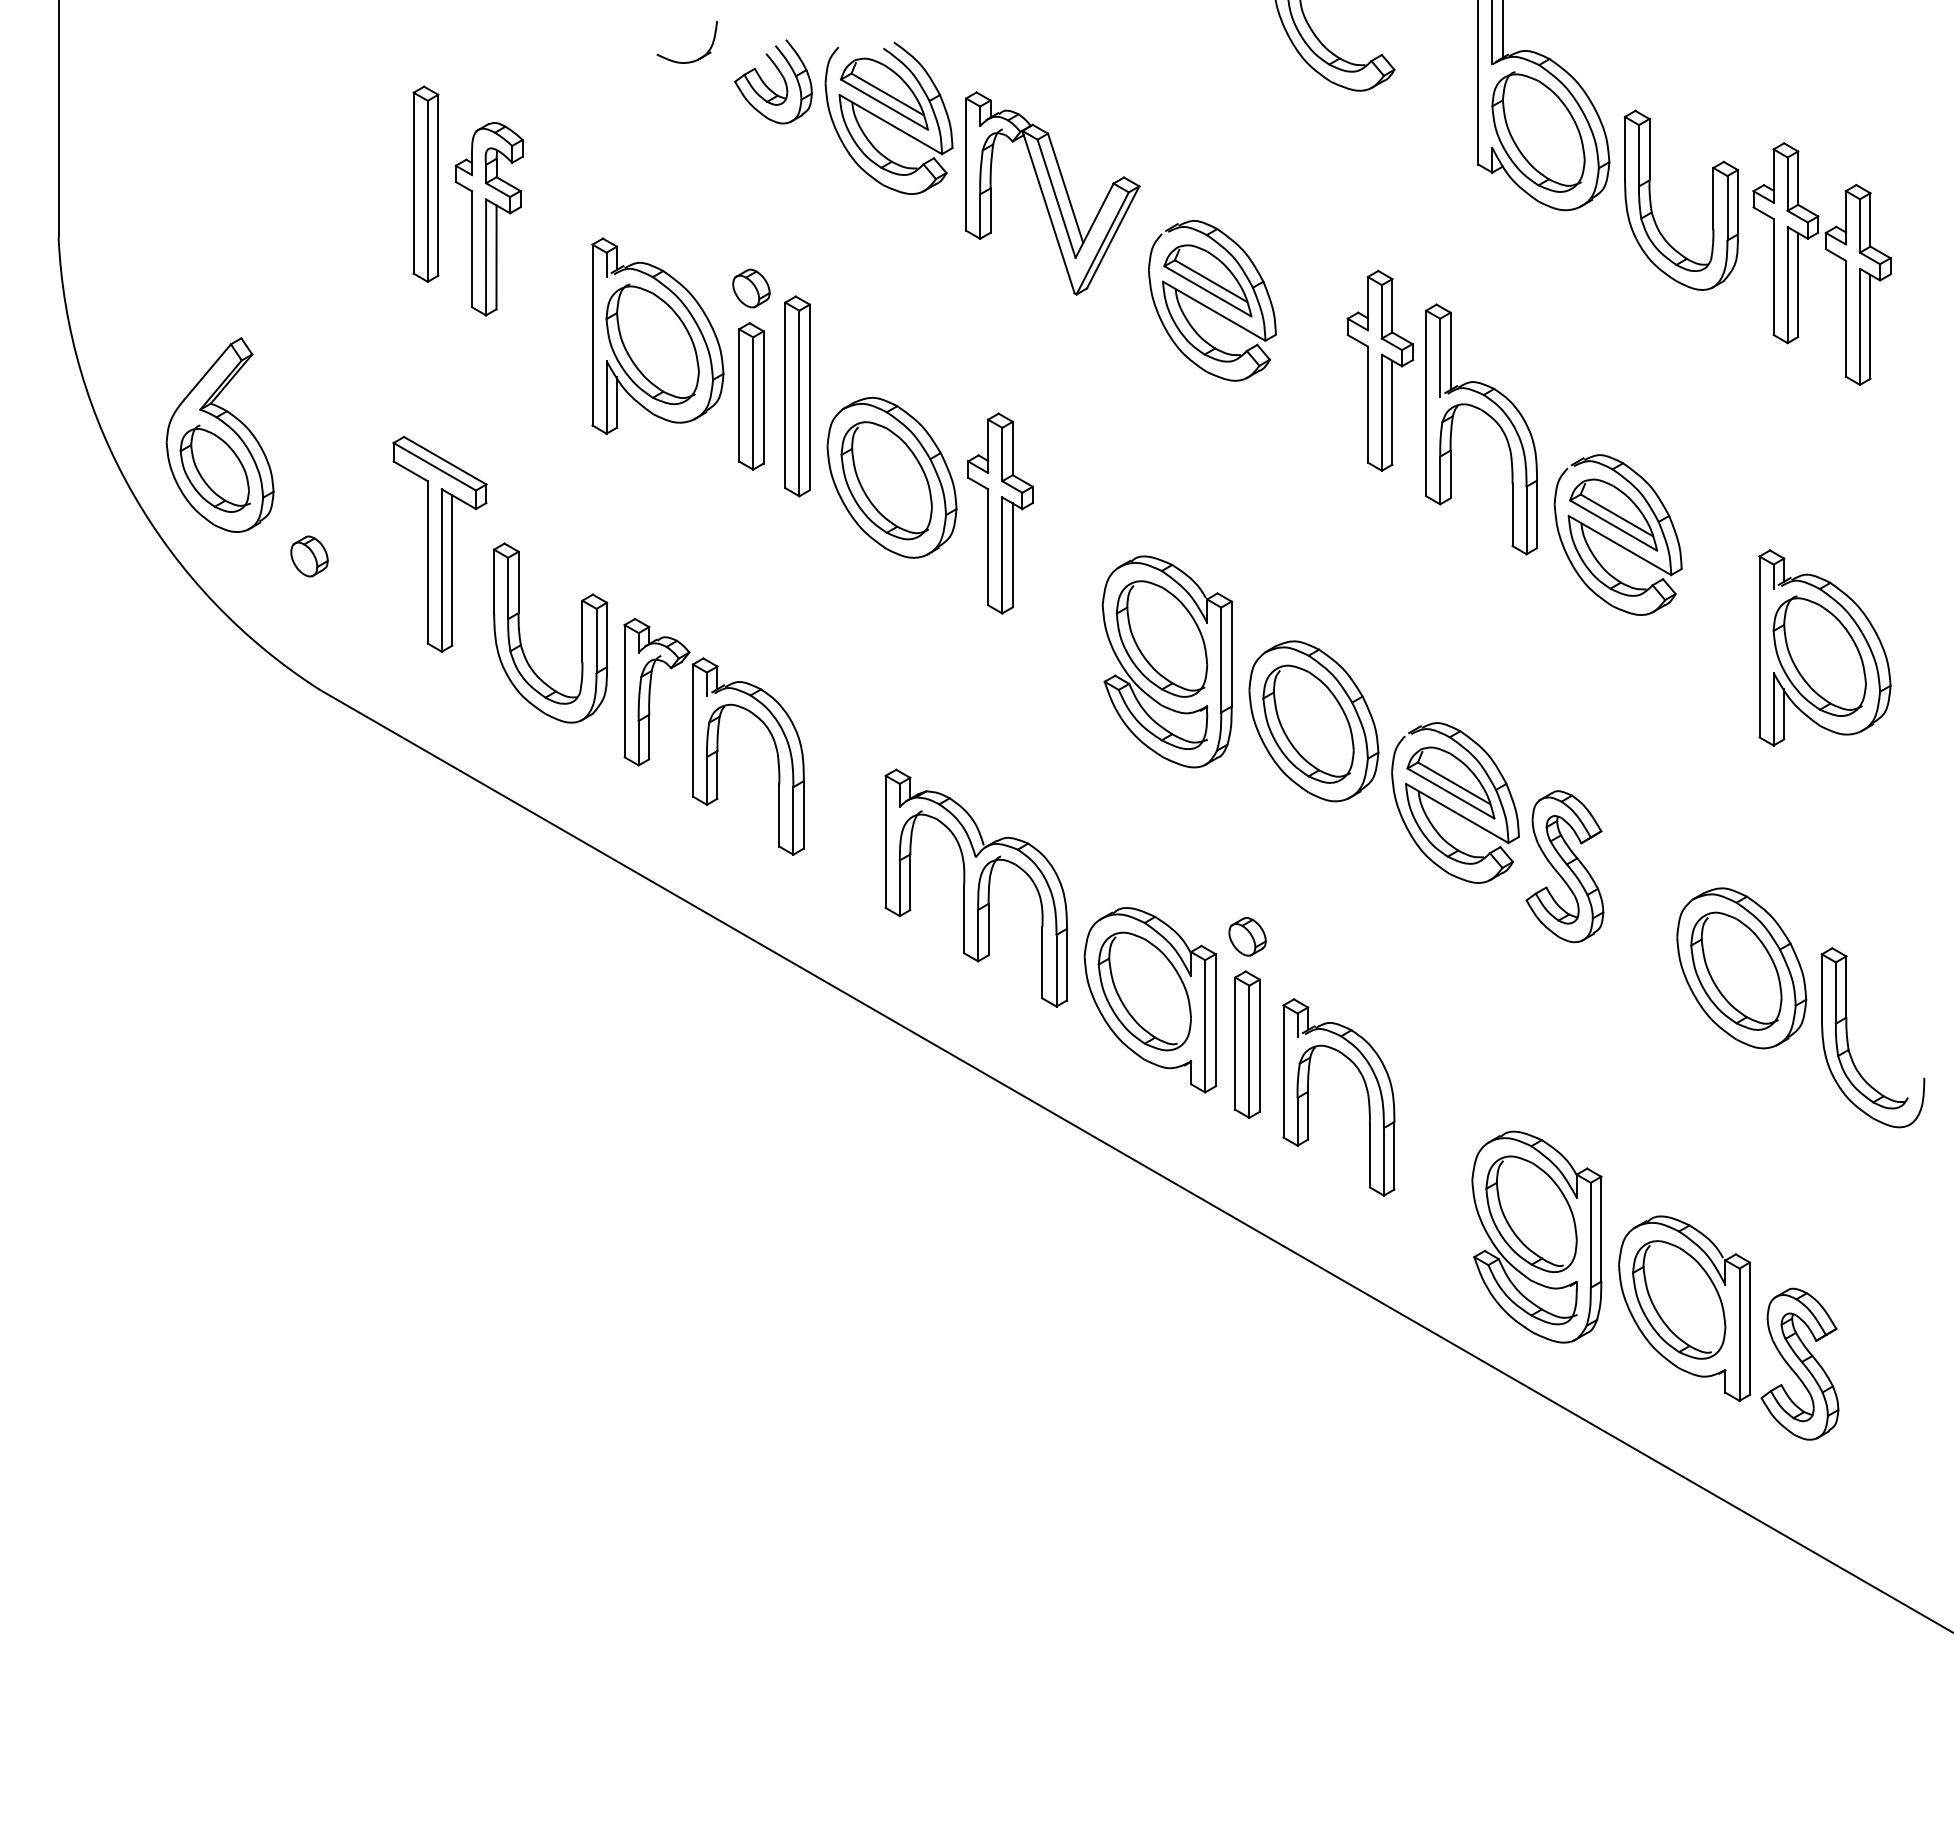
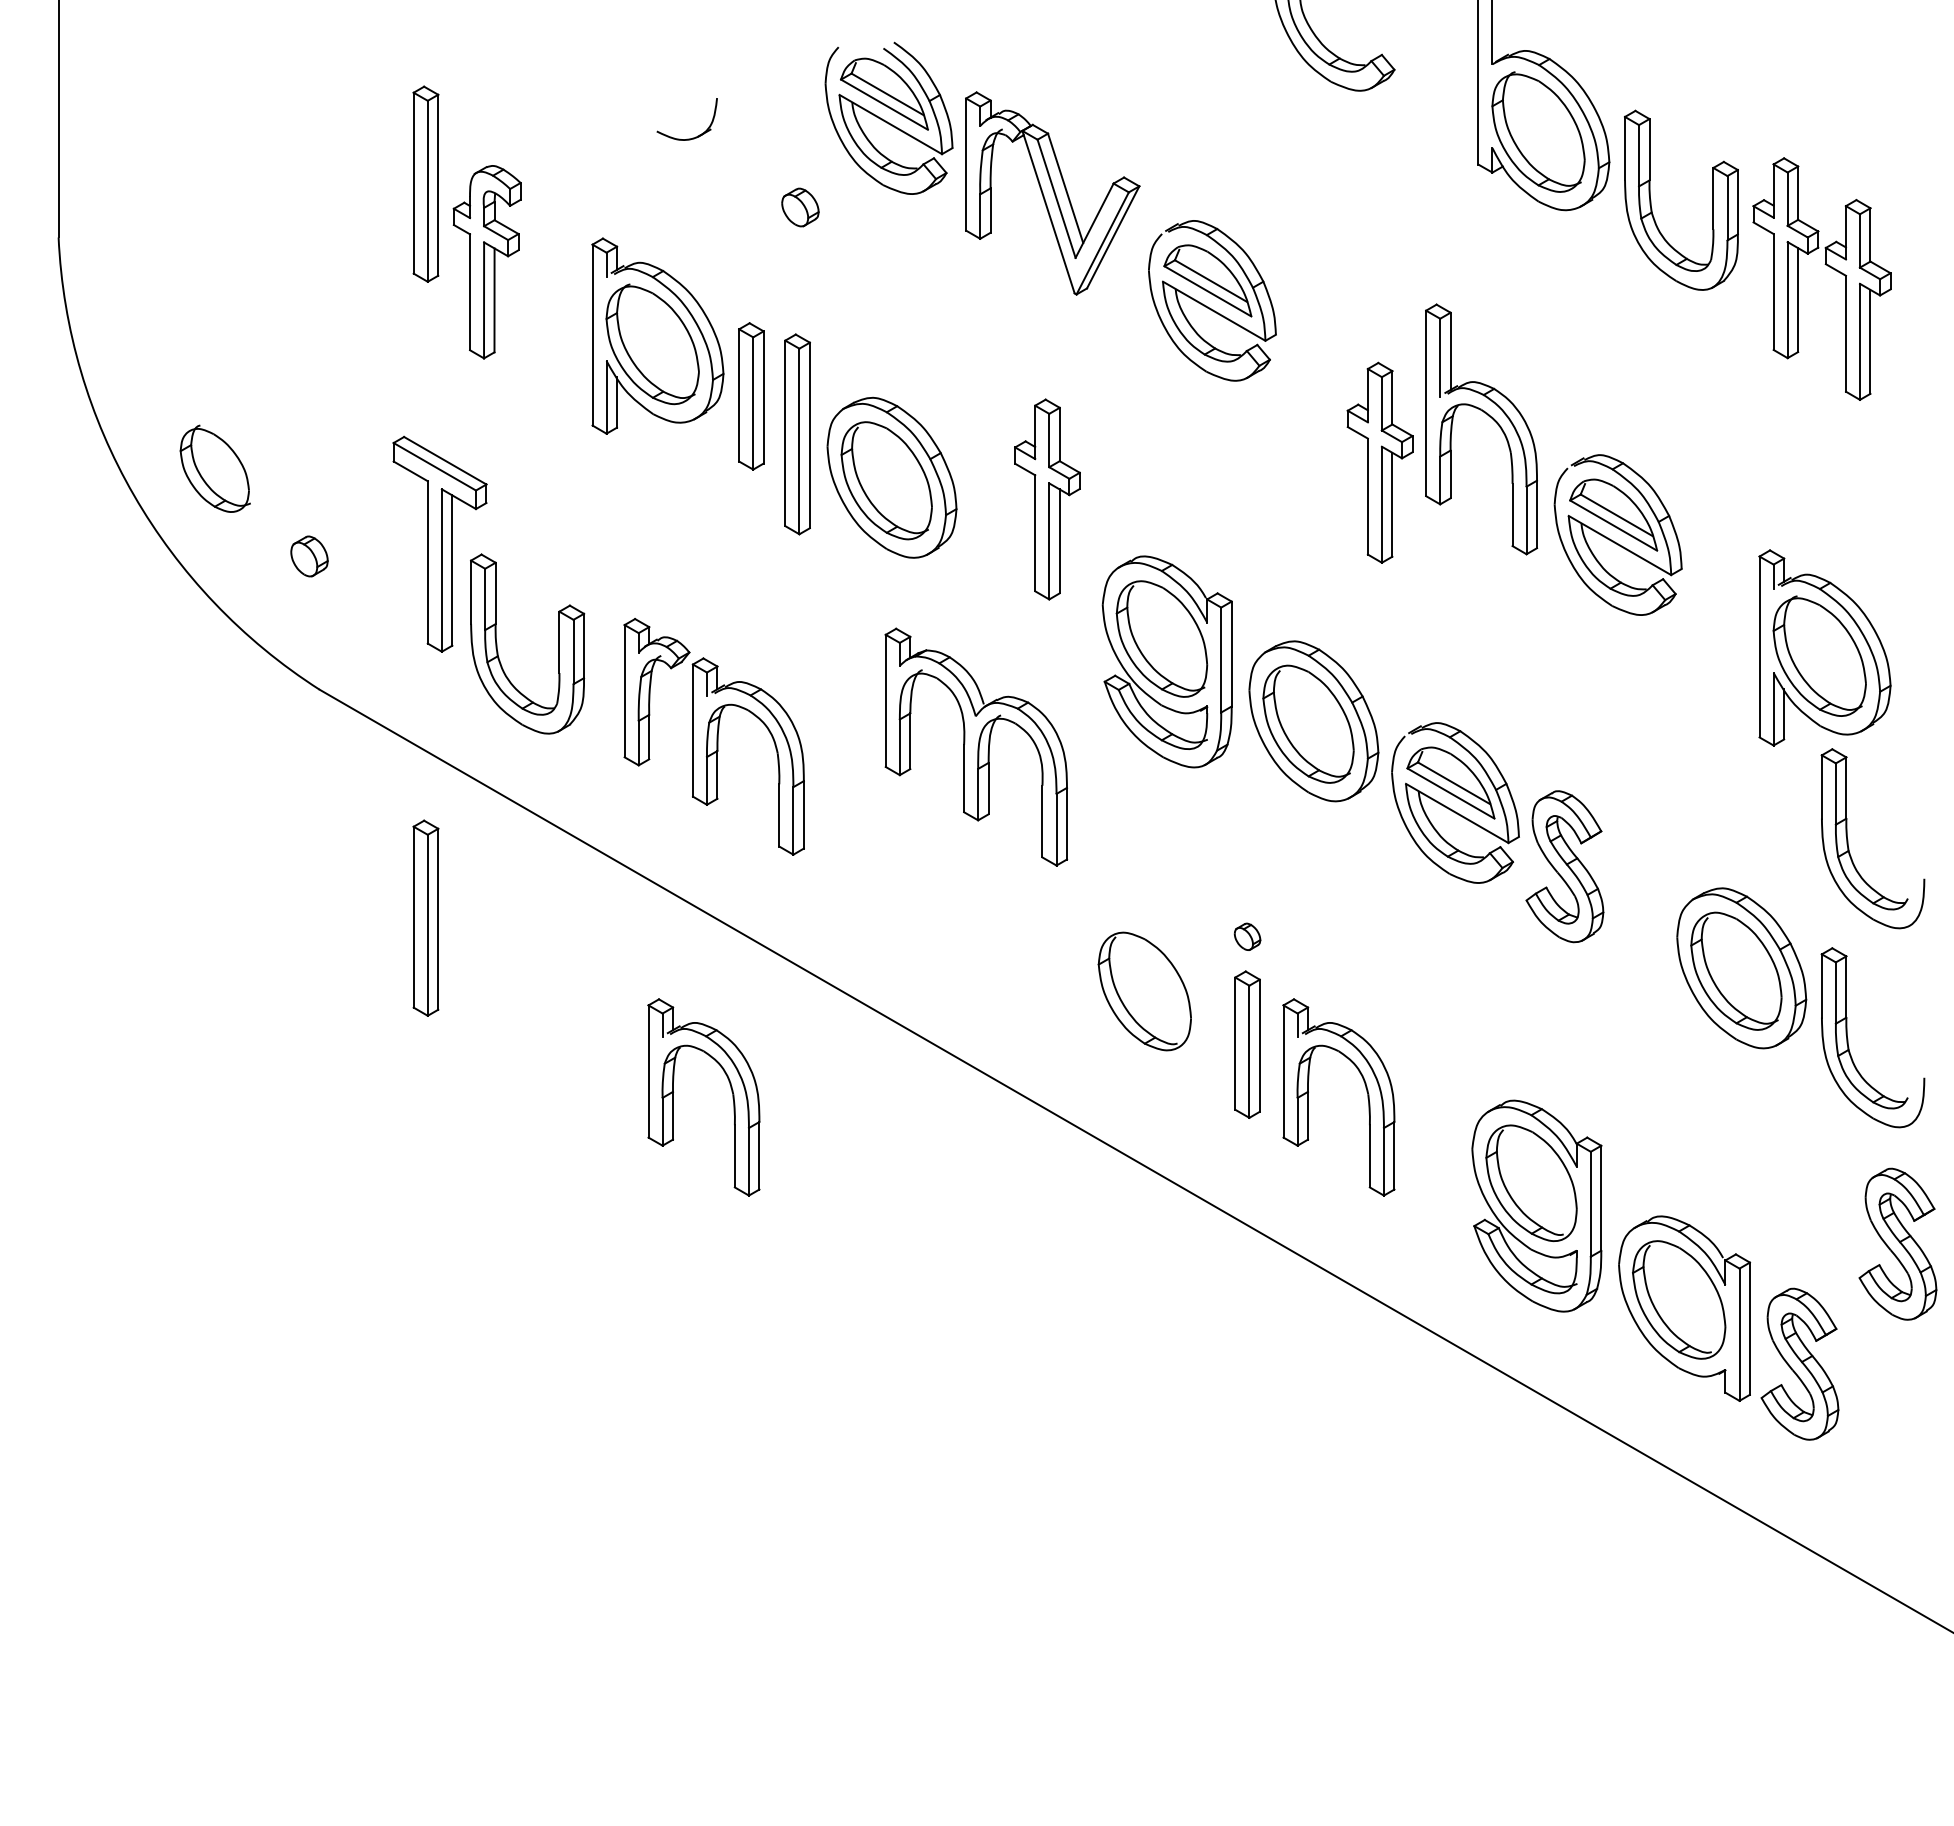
line at (1502, 29): present -> none
part at (692, 60) position: (692, 60) -> (692, 137)
part at (768, 86): present -> none
part at (488, 219) position: (488, 219) -> (486, 262)
part at (1827, 251) position: (1827, 251) -> (1827, 266)
part at (751, 288) position: (751, 288) -> (800, 207)
part at (1379, 370) position: (1379, 370) -> (1379, 462)
part at (797, 396) position: (797, 396) -> (797, 434)
part at (219, 434): present -> none
part at (1000, 513) position: (1000, 513) -> (1047, 499)
part at (520, 632) position: (520, 632) -> (497, 643)
part at (1848, 839): none -> present
part at (976, 887) position: (976, 887) -> (976, 746)
part at (425, 917): none -> present
part at (1247, 936) size: 39x40 px -> 29x29 px
part at (1149, 1000): present -> none
part at (731, 1092): none -> present
part at (1536, 1236) position: (1536, 1236) -> (1536, 1205)
part at (1897, 1243): none -> present
